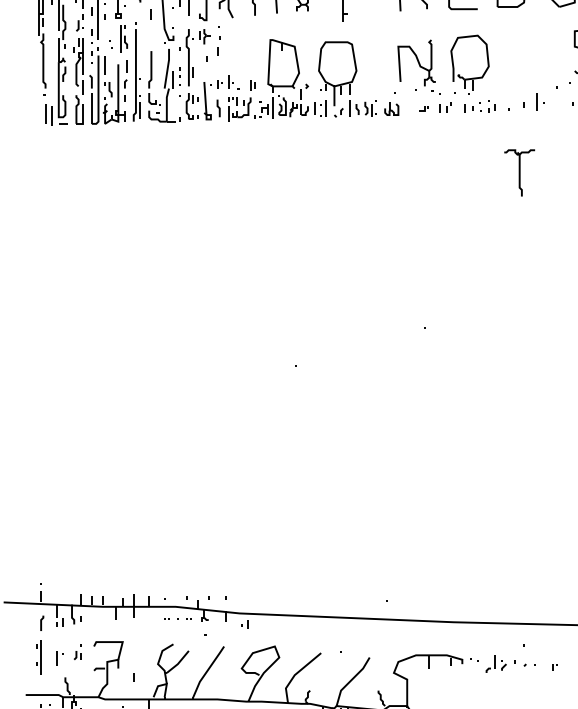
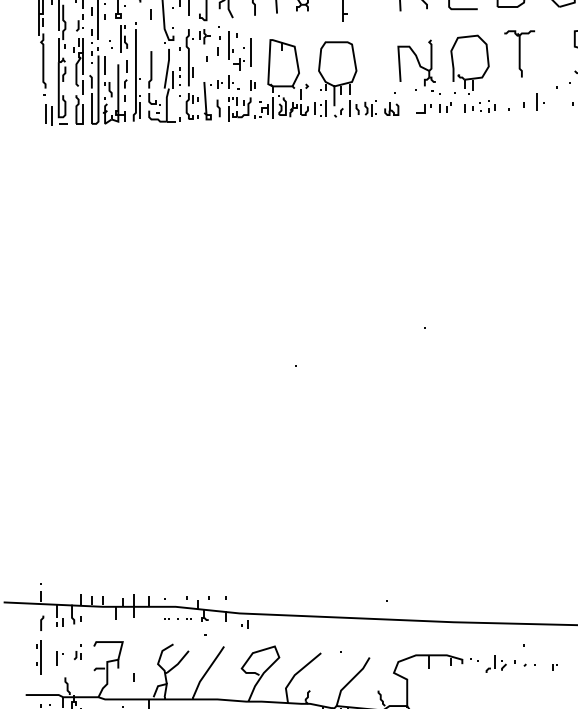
part at (239, 50): none -> present
part at (423, 108) size: 10x6 px -> 16x10 px
part at (519, 172) position: (519, 172) -> (519, 53)
